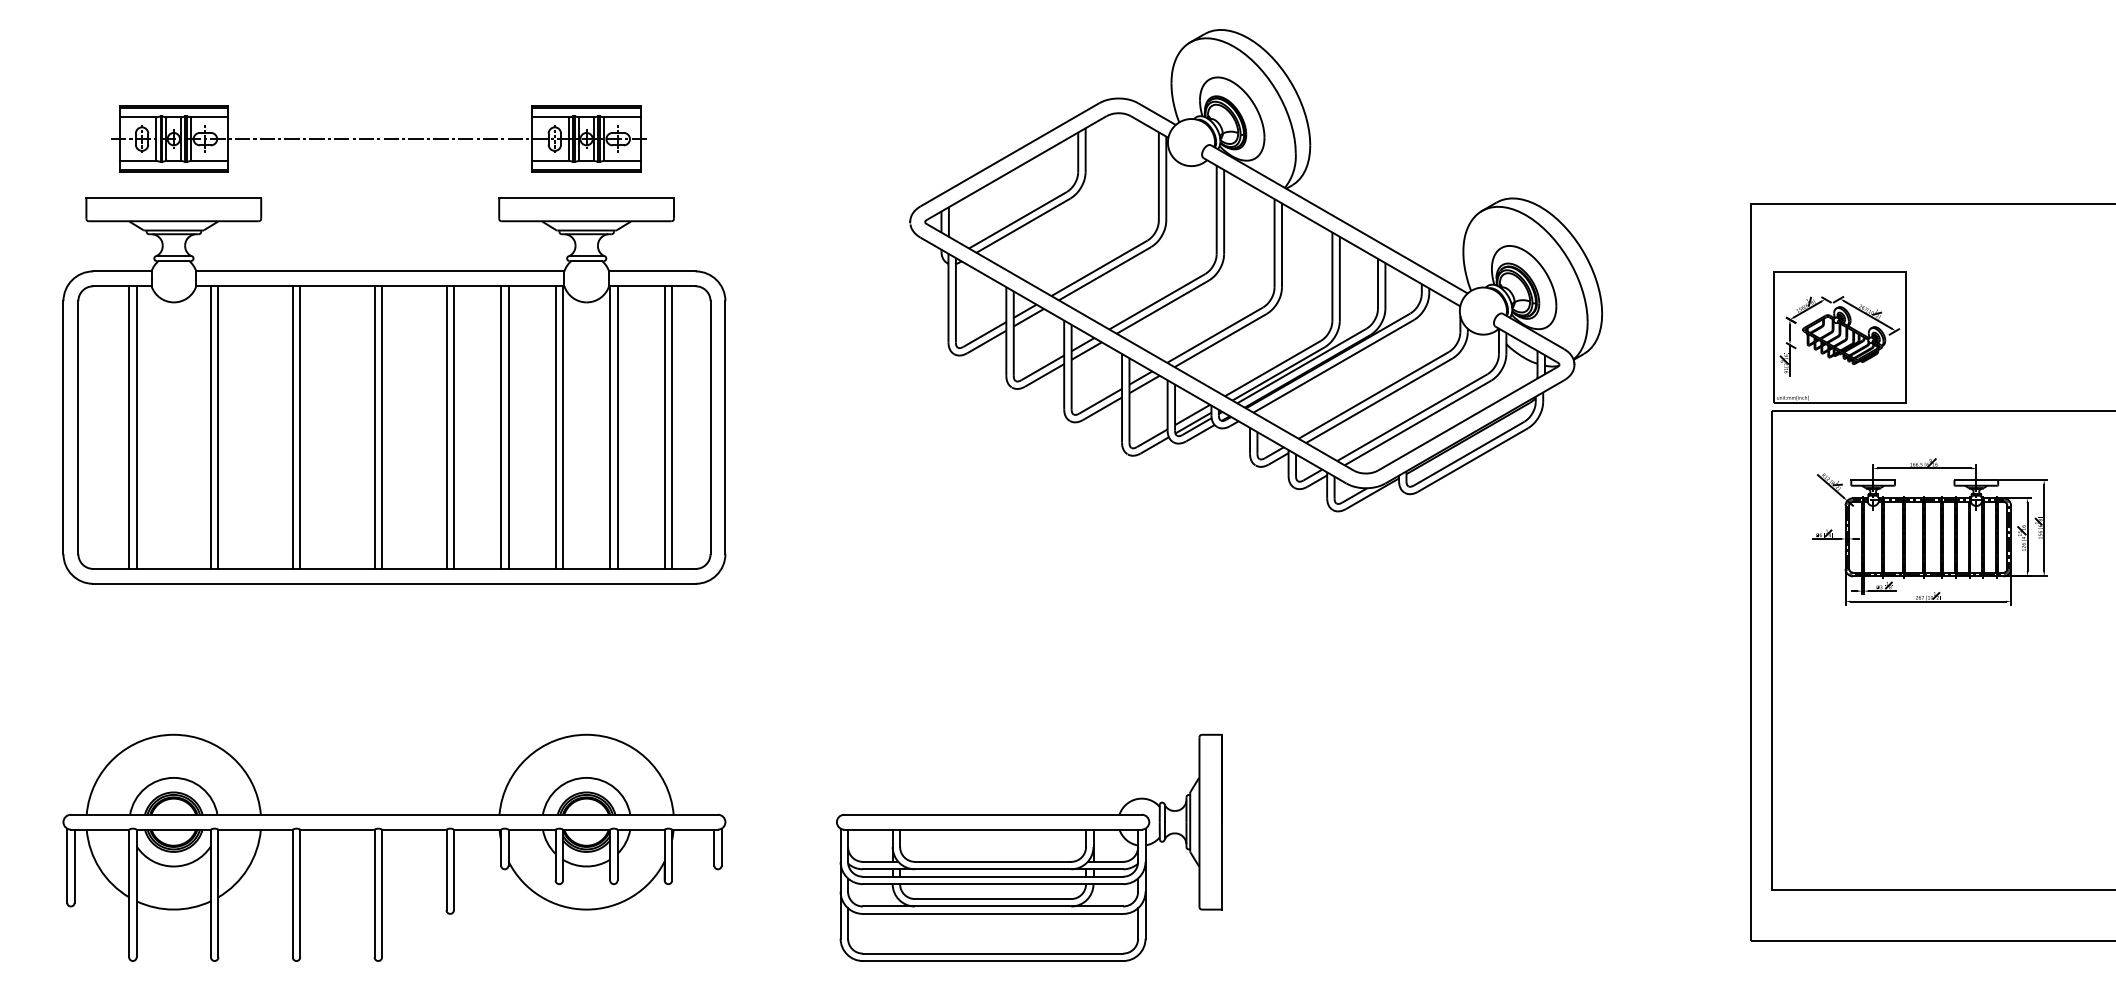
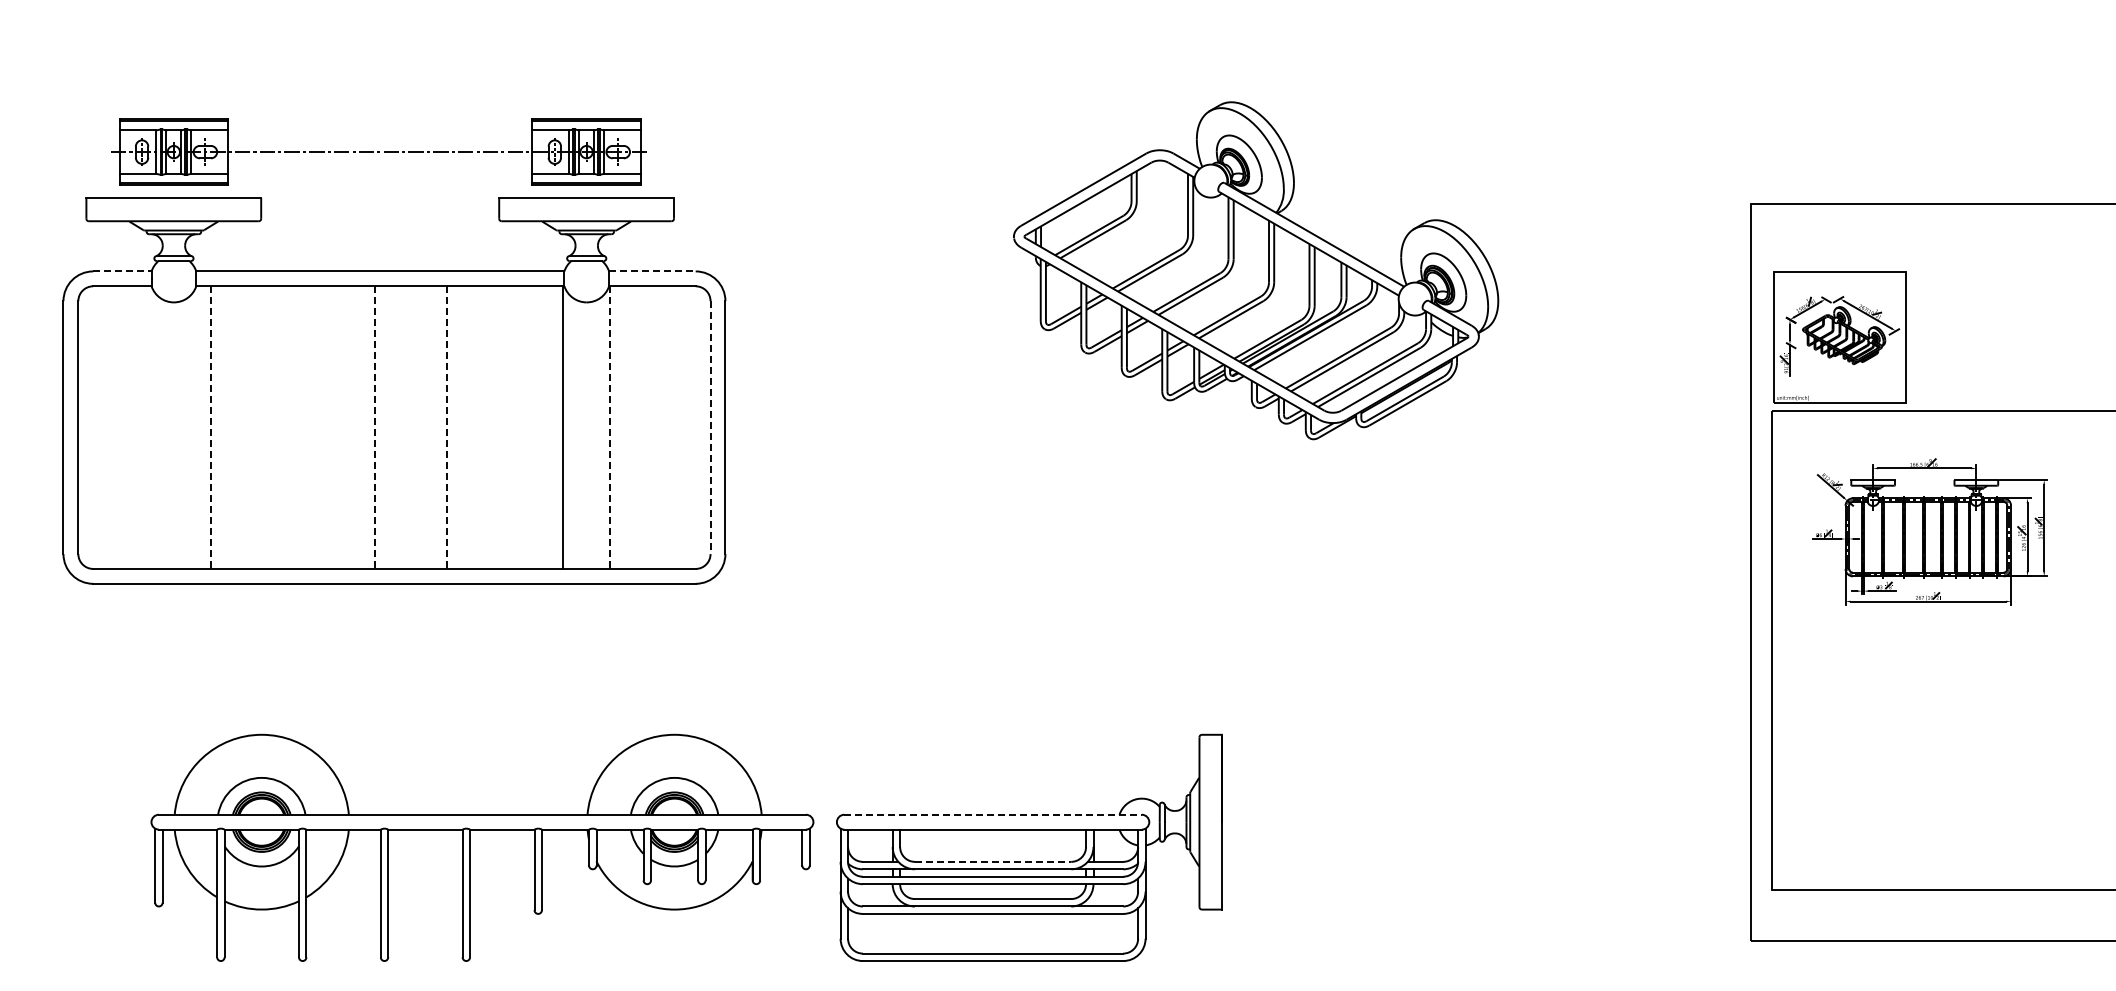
part at (378, 138) position: (378, 138) -> (378, 151)
part at (1255, 270) size: 694x484 px -> 487x340 px
line at (122, 271): solid -> dashed
line at (652, 271): solid -> dashed
line at (129, 427): present -> none
line at (136, 427): present -> none
line at (218, 427): present -> none
line at (292, 427): present -> none
line at (300, 427): present -> none
line at (382, 427): present -> none
line at (453, 427): present -> none
line at (501, 427): present -> none
line at (508, 427): present -> none
line at (555, 427): present -> none
line at (617, 427): present -> none
line at (664, 427): present -> none
line at (672, 427): present -> none
line at (210, 428): solid -> dashed
line at (374, 428): solid -> dashed
line at (446, 428): solid -> dashed
line at (610, 428): solid -> dashed
line at (710, 428): solid -> dashed
line at (993, 814): solid -> dashed
part at (382, 847) position: (382, 847) -> (470, 847)
line at (993, 861): solid -> dashed
